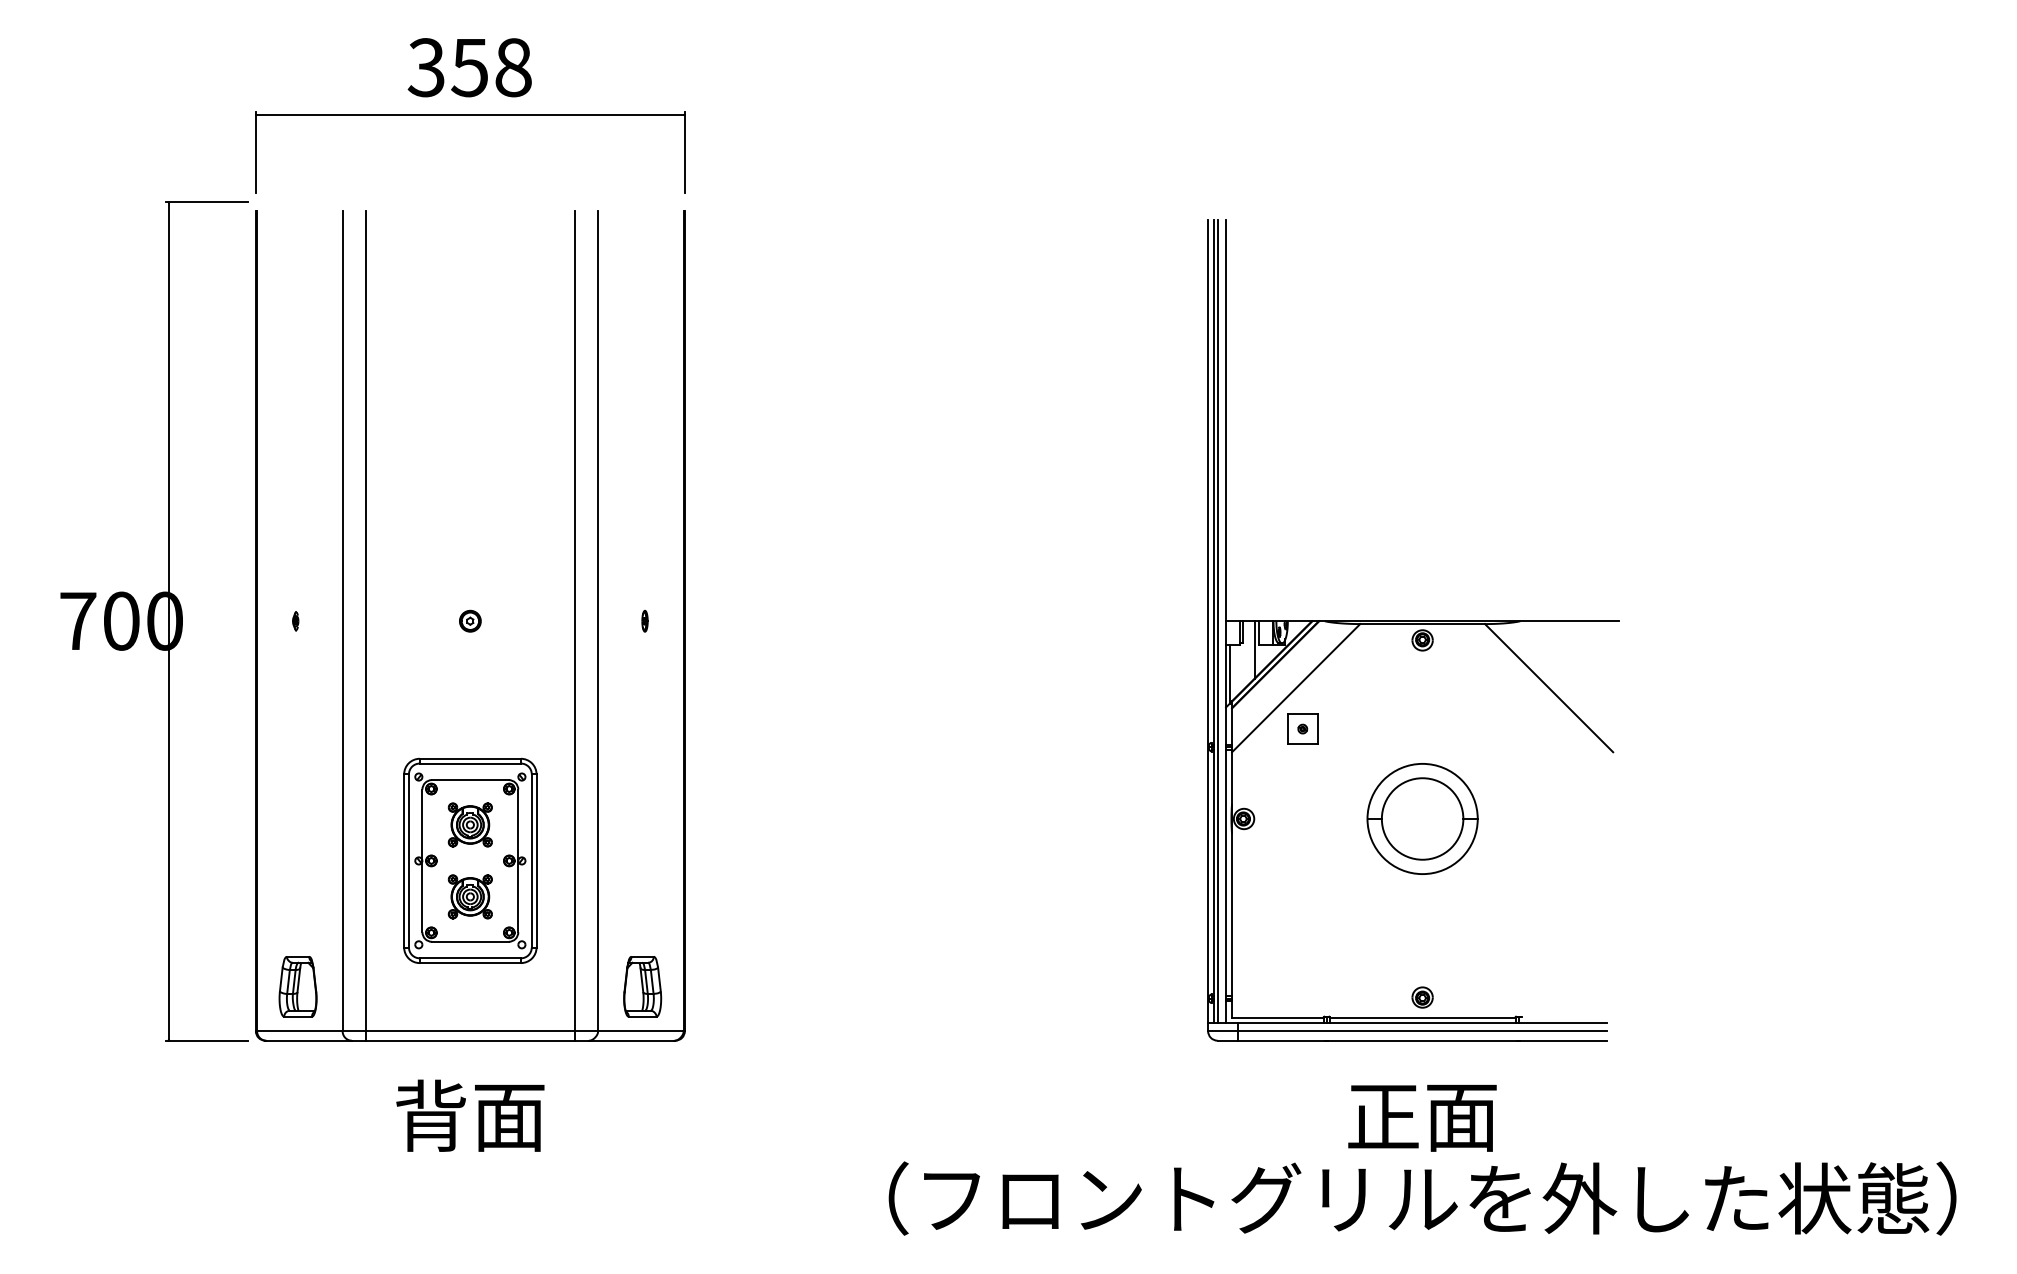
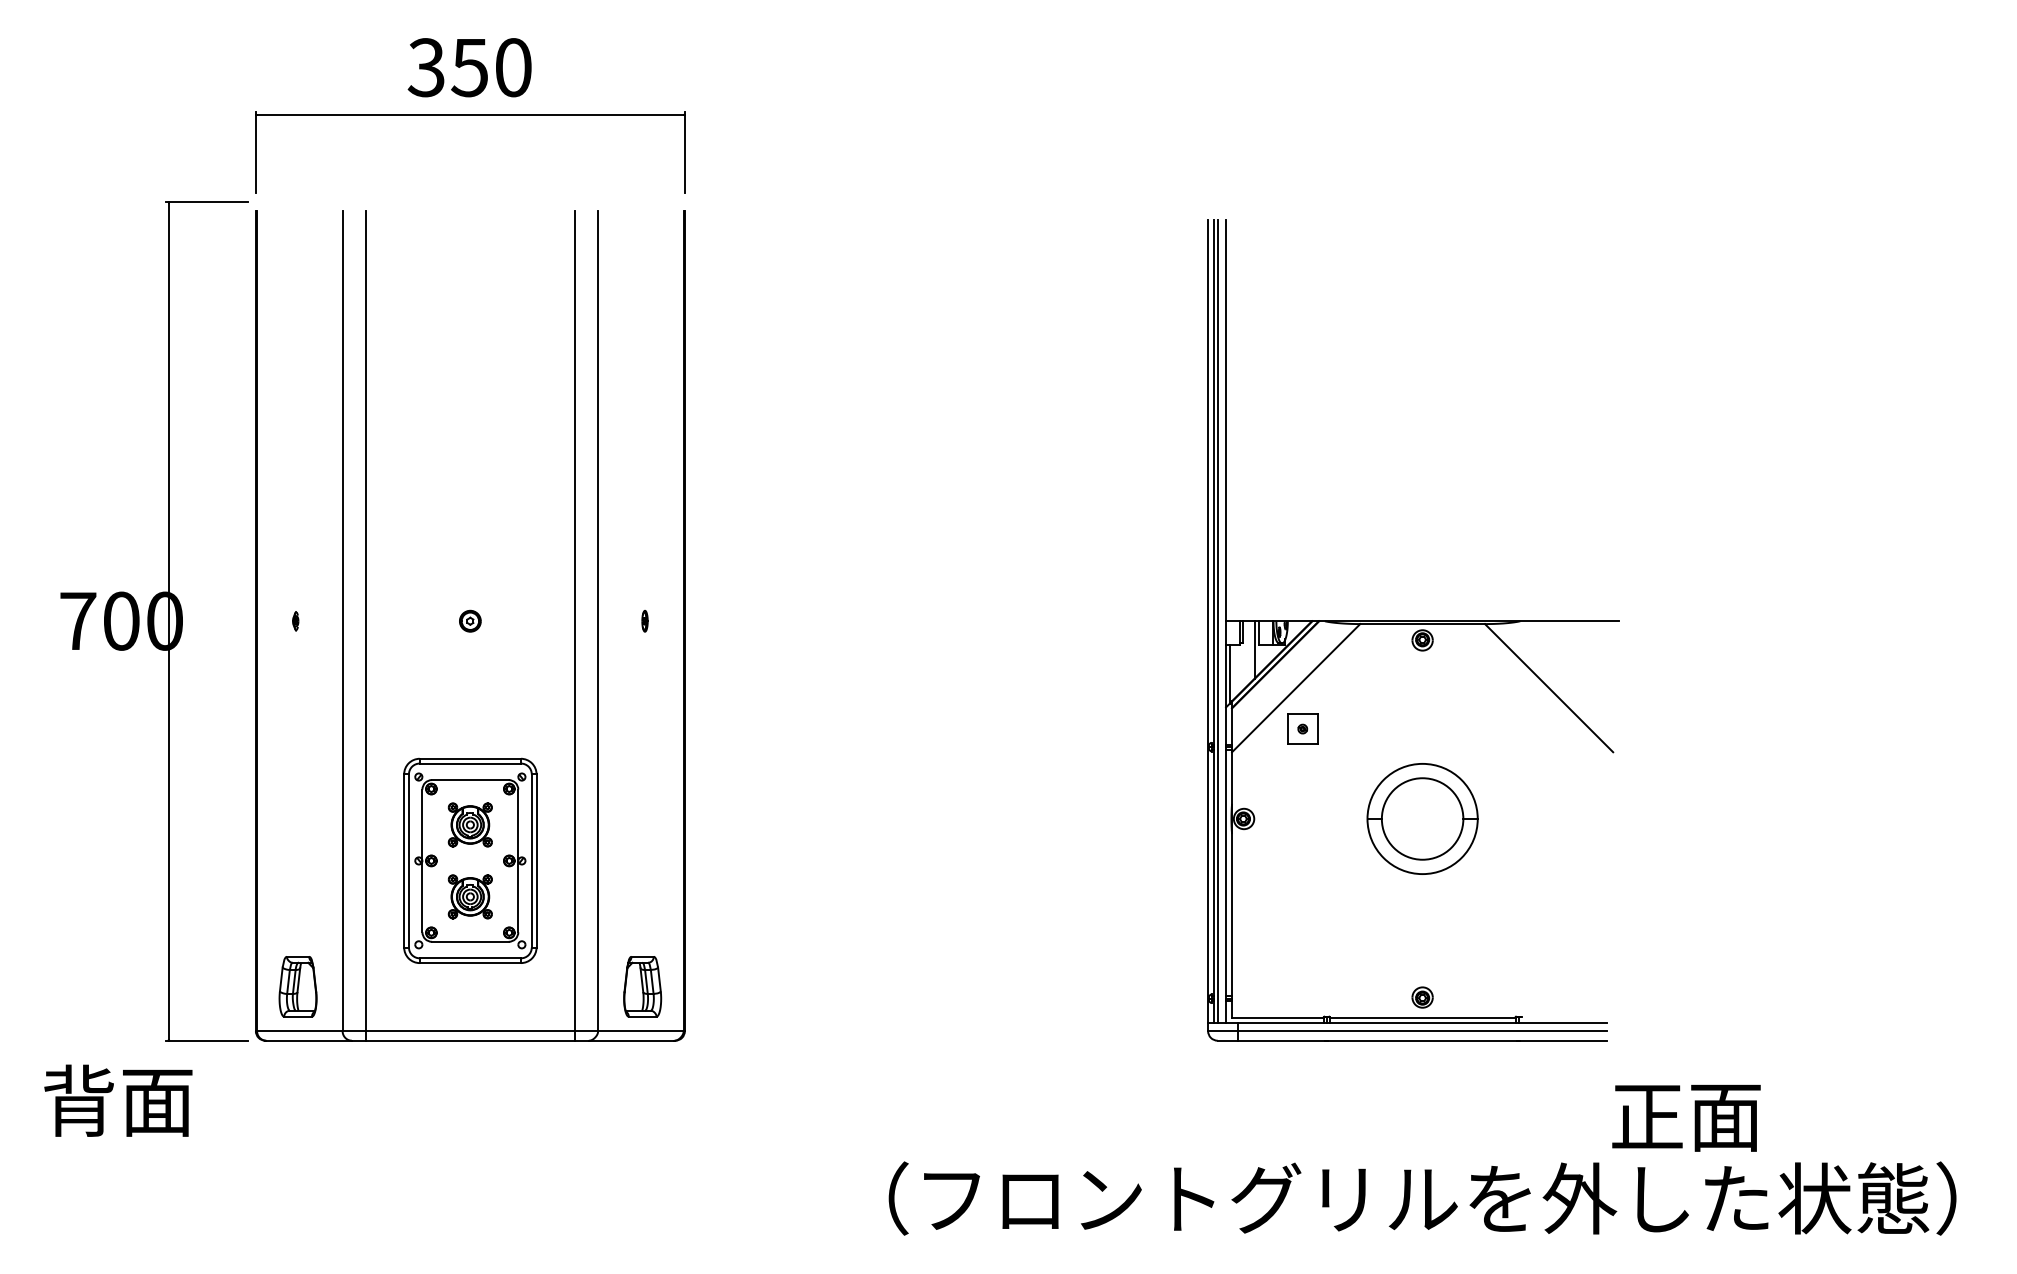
text at (513, 67): 358 -> 350
text at (470, 1115) position: (470, 1115) -> (118, 1100)
text at (1422, 1117) position: (1422, 1117) -> (1686, 1117)
